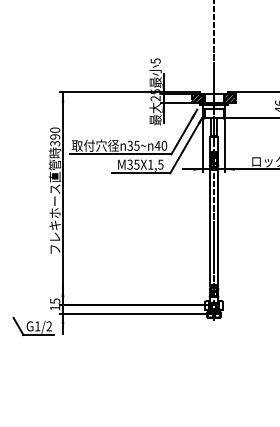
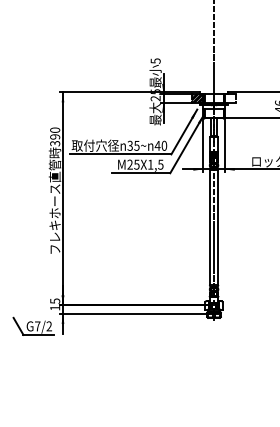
hatch at (230, 97): present -> none
text at (129, 165): M35X1,5 -> M25X1,5
text at (37, 326): G1/2 -> G7/2
